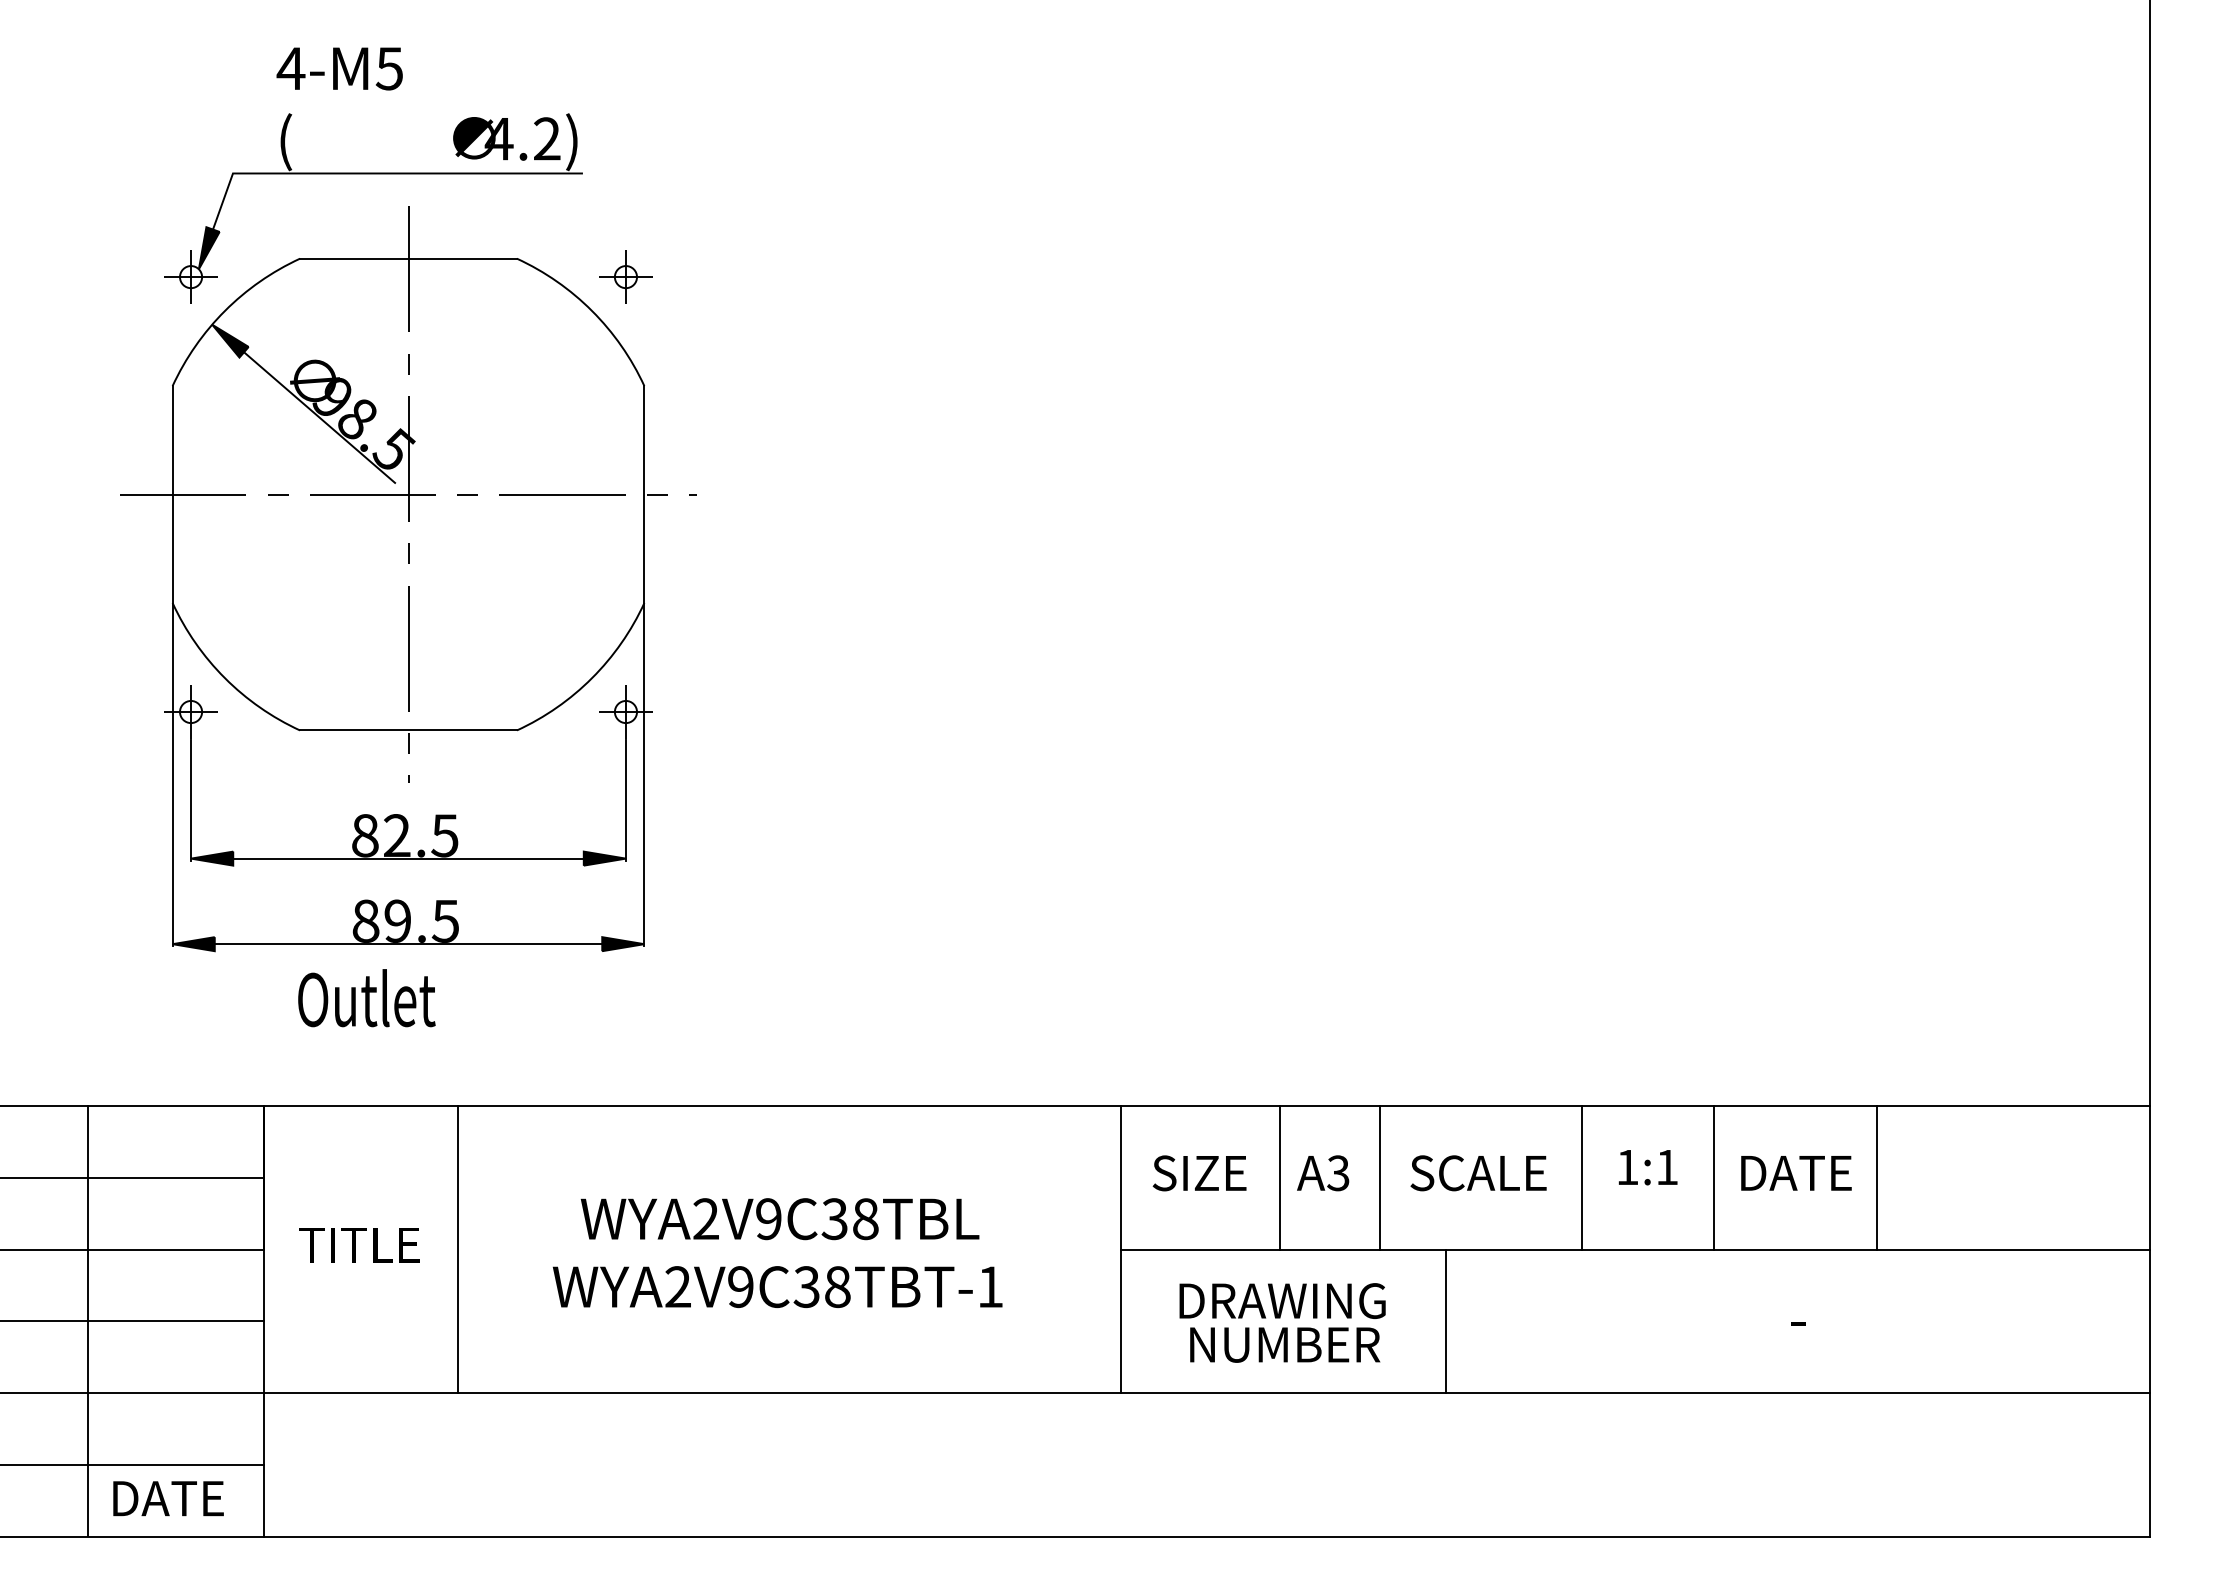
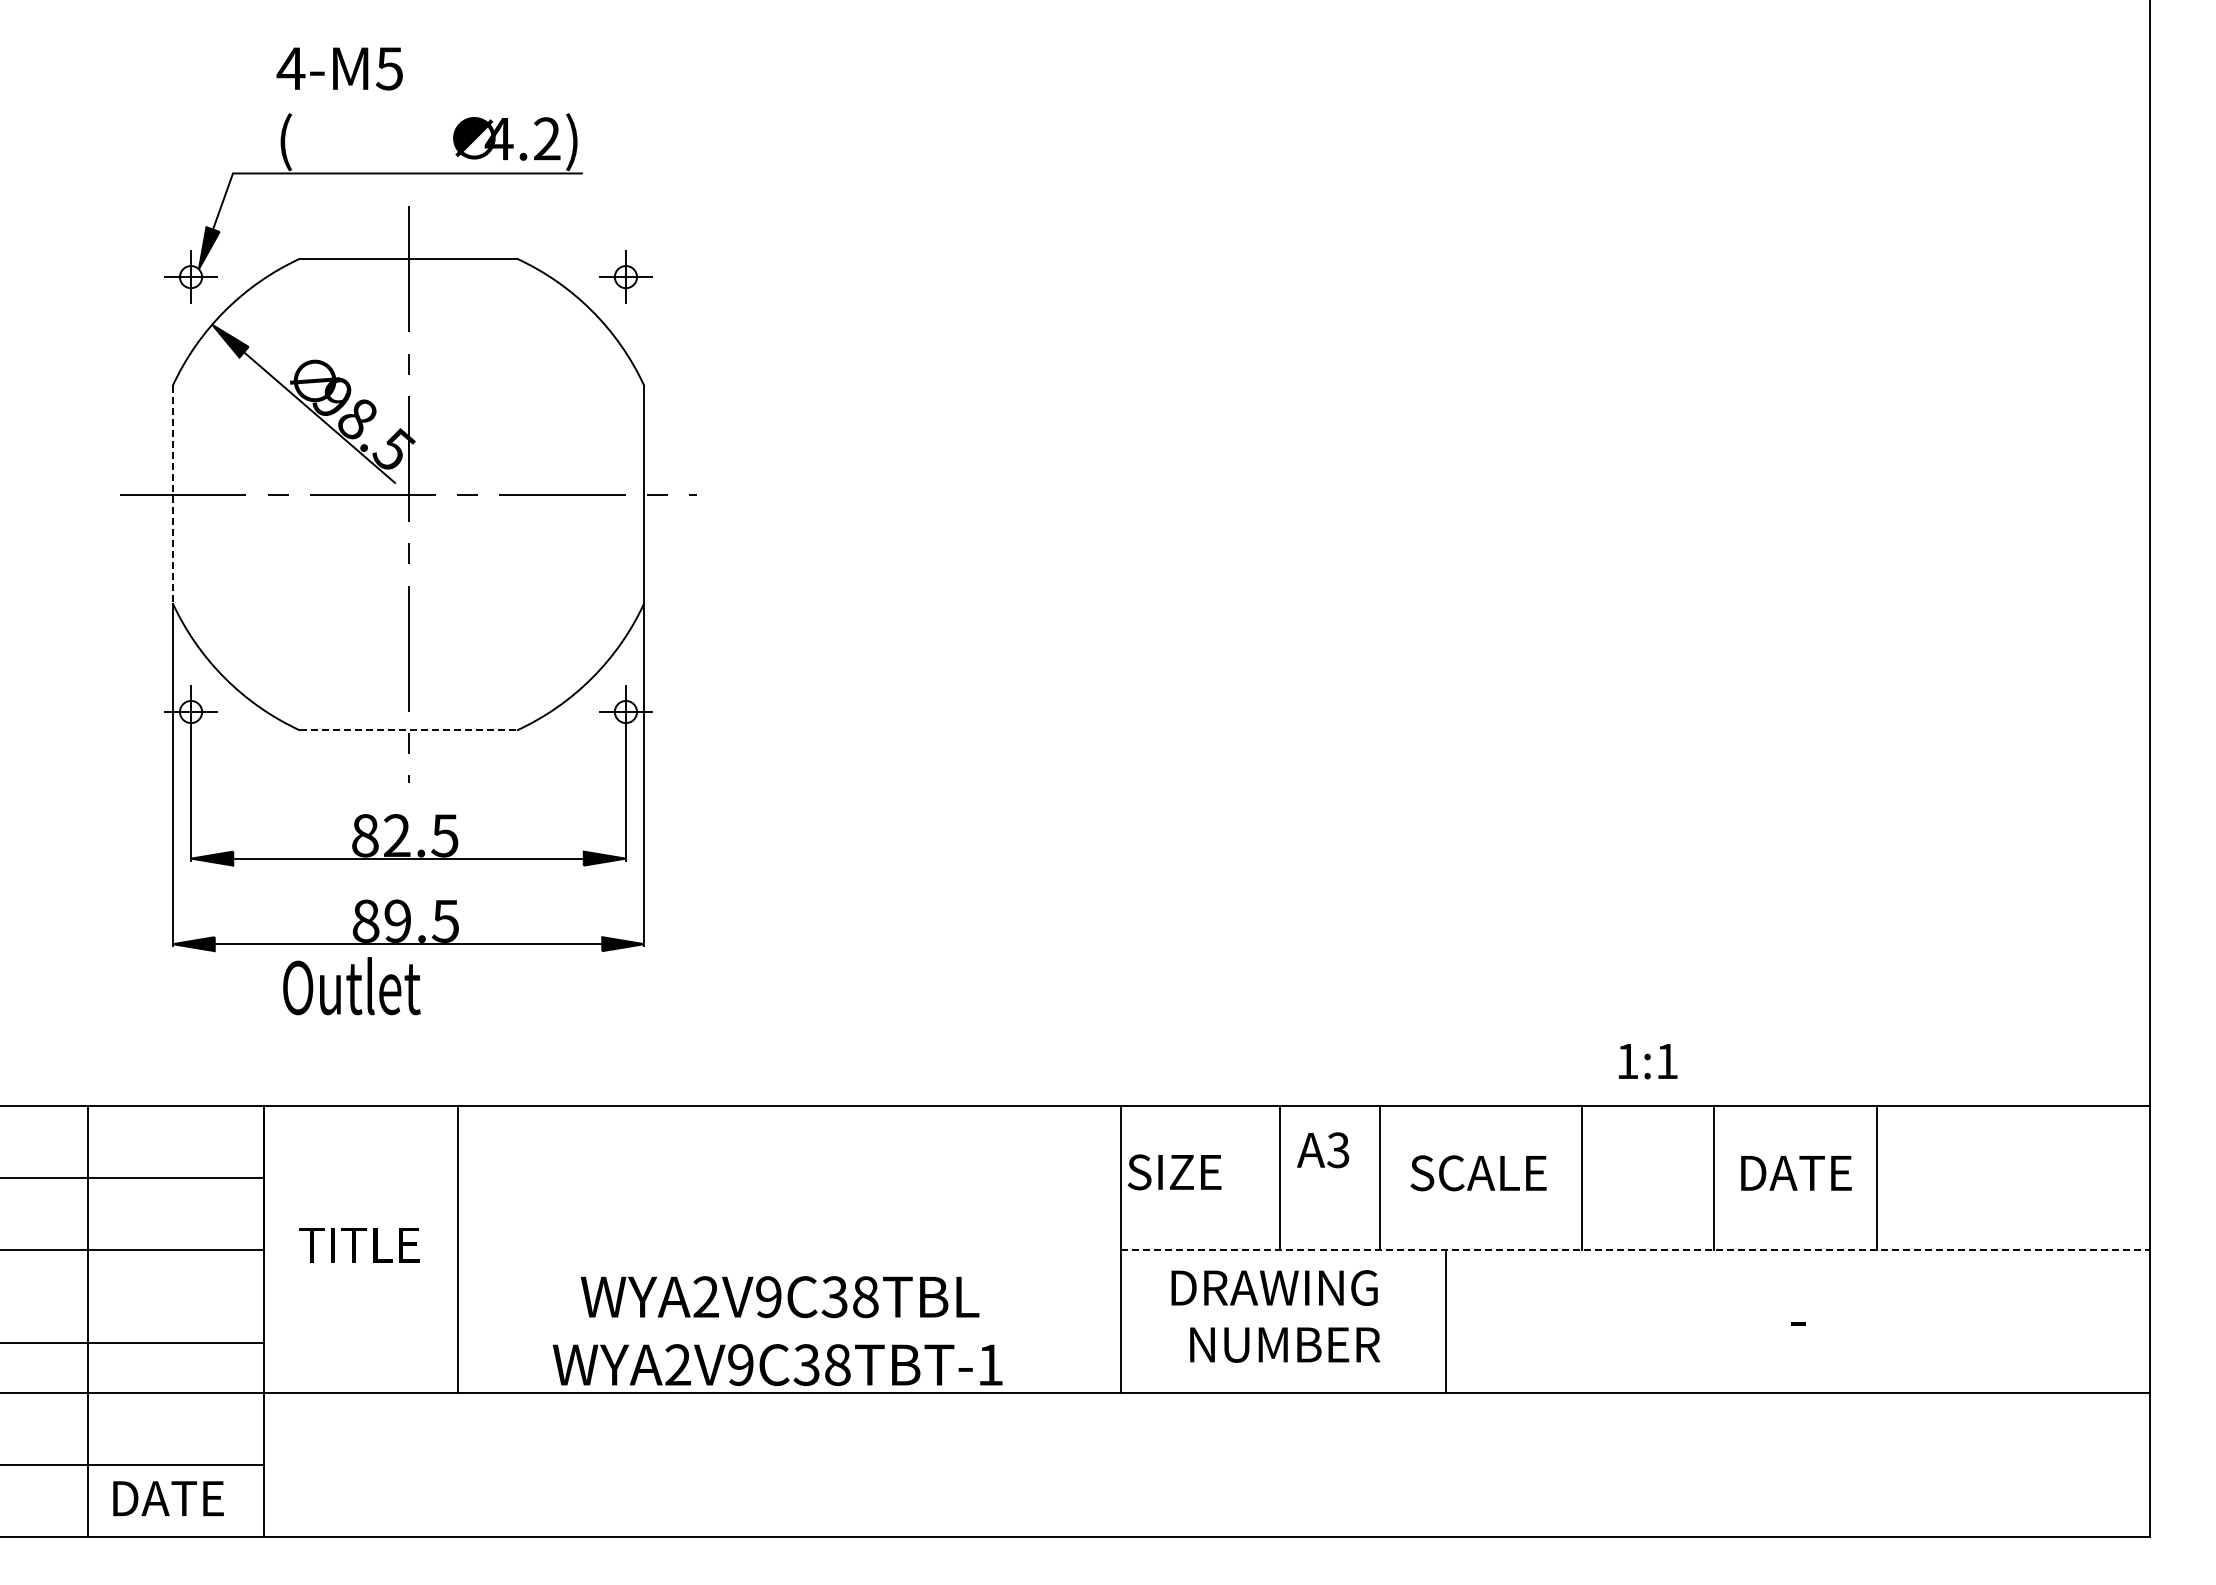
line at (172, 495): solid -> dashed
line at (409, 730): solid -> dashed
text at (366, 998) position: (366, 998) -> (351, 986)
text at (1647, 1167) position: (1647, 1167) -> (1647, 1061)
text at (1199, 1173) position: (1199, 1173) -> (1174, 1172)
text at (1323, 1173) position: (1323, 1173) -> (1323, 1150)
line at (1636, 1249): solid -> dashed
text at (777, 1252) position: (777, 1252) -> (777, 1330)
text at (1282, 1300) position: (1282, 1300) -> (1274, 1287)
line at (133, 1321) position: (133, 1321) -> (133, 1343)
